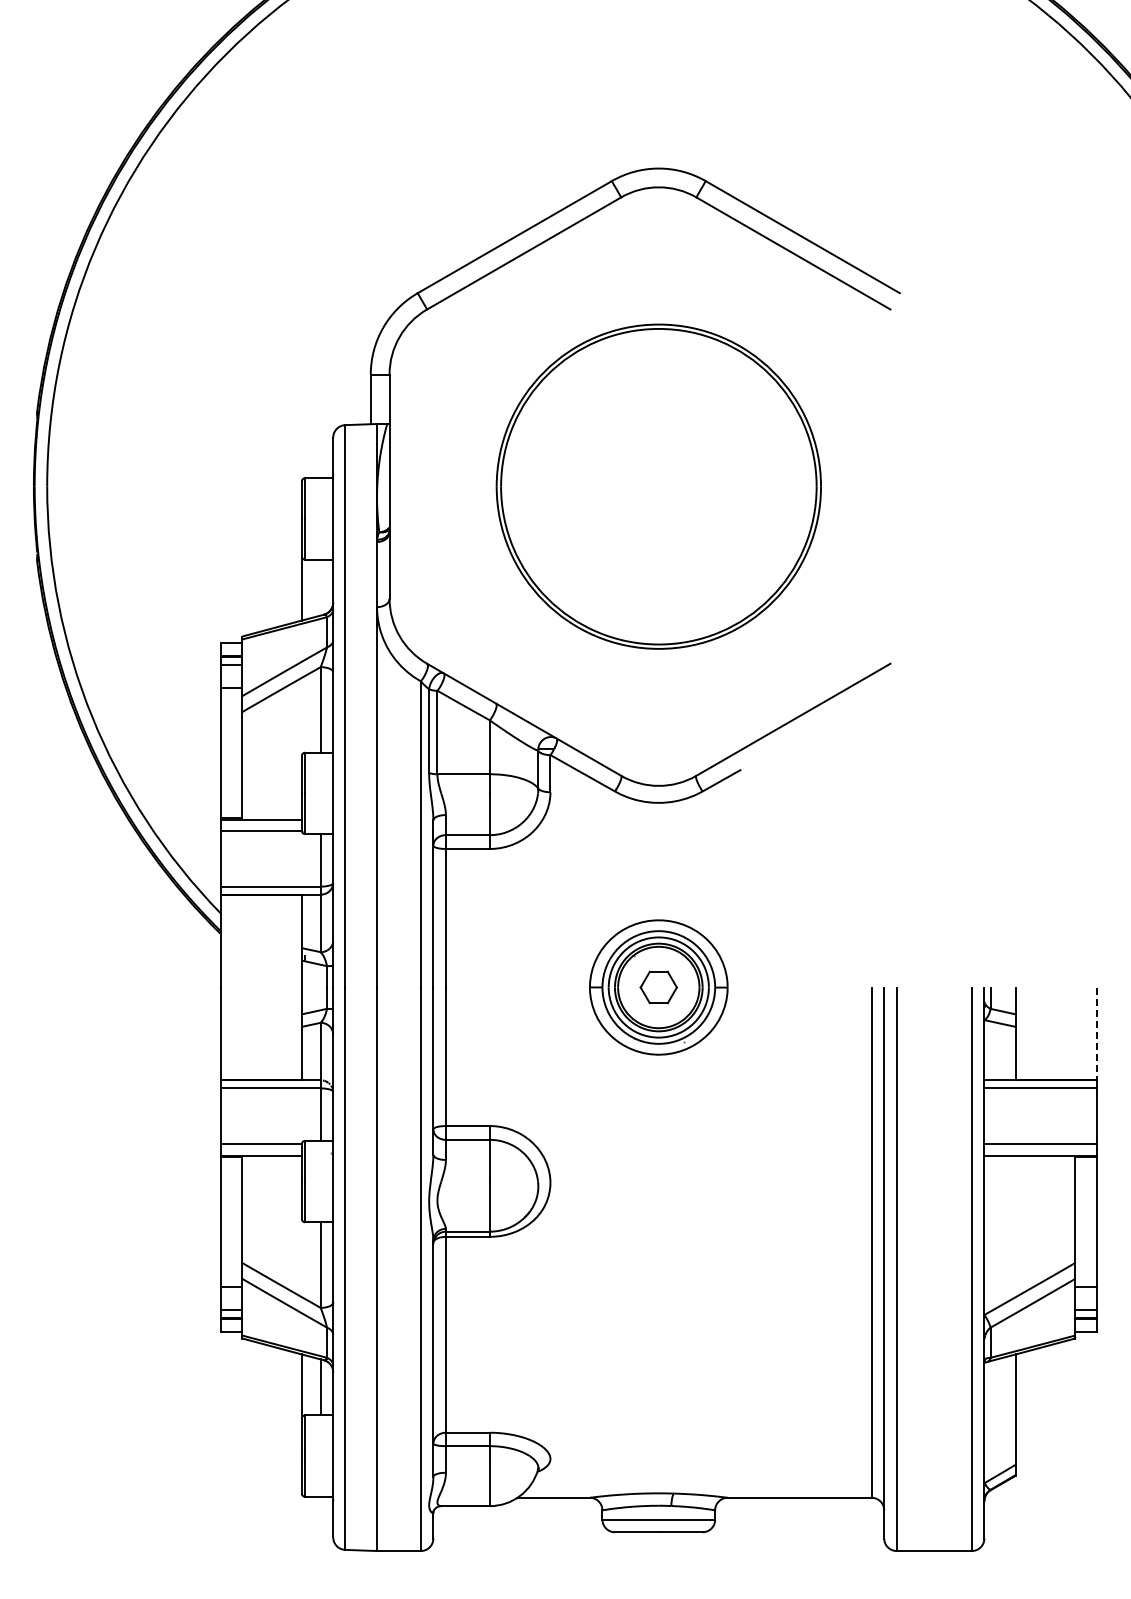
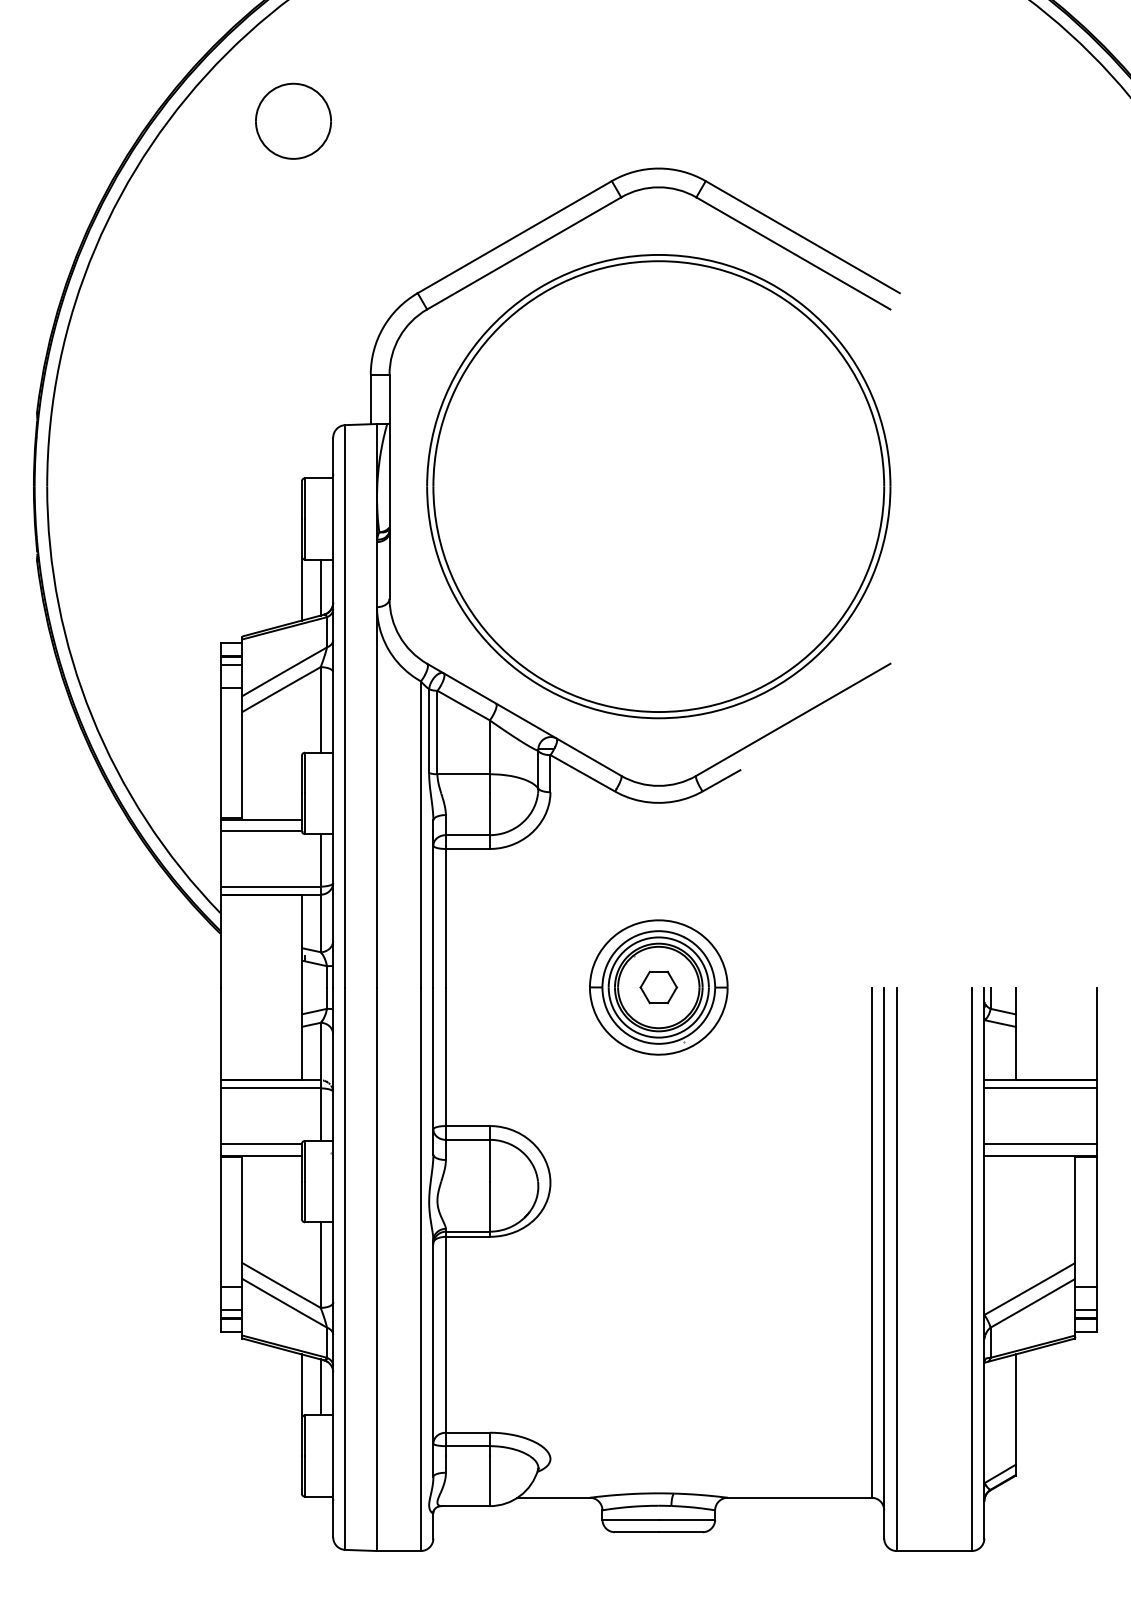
part at (293, 120): none -> present
part at (658, 486) size: 327x327 px -> 466x466 px
line at (320, 587): none -> present
line at (1097, 1034): dashed -> solid
